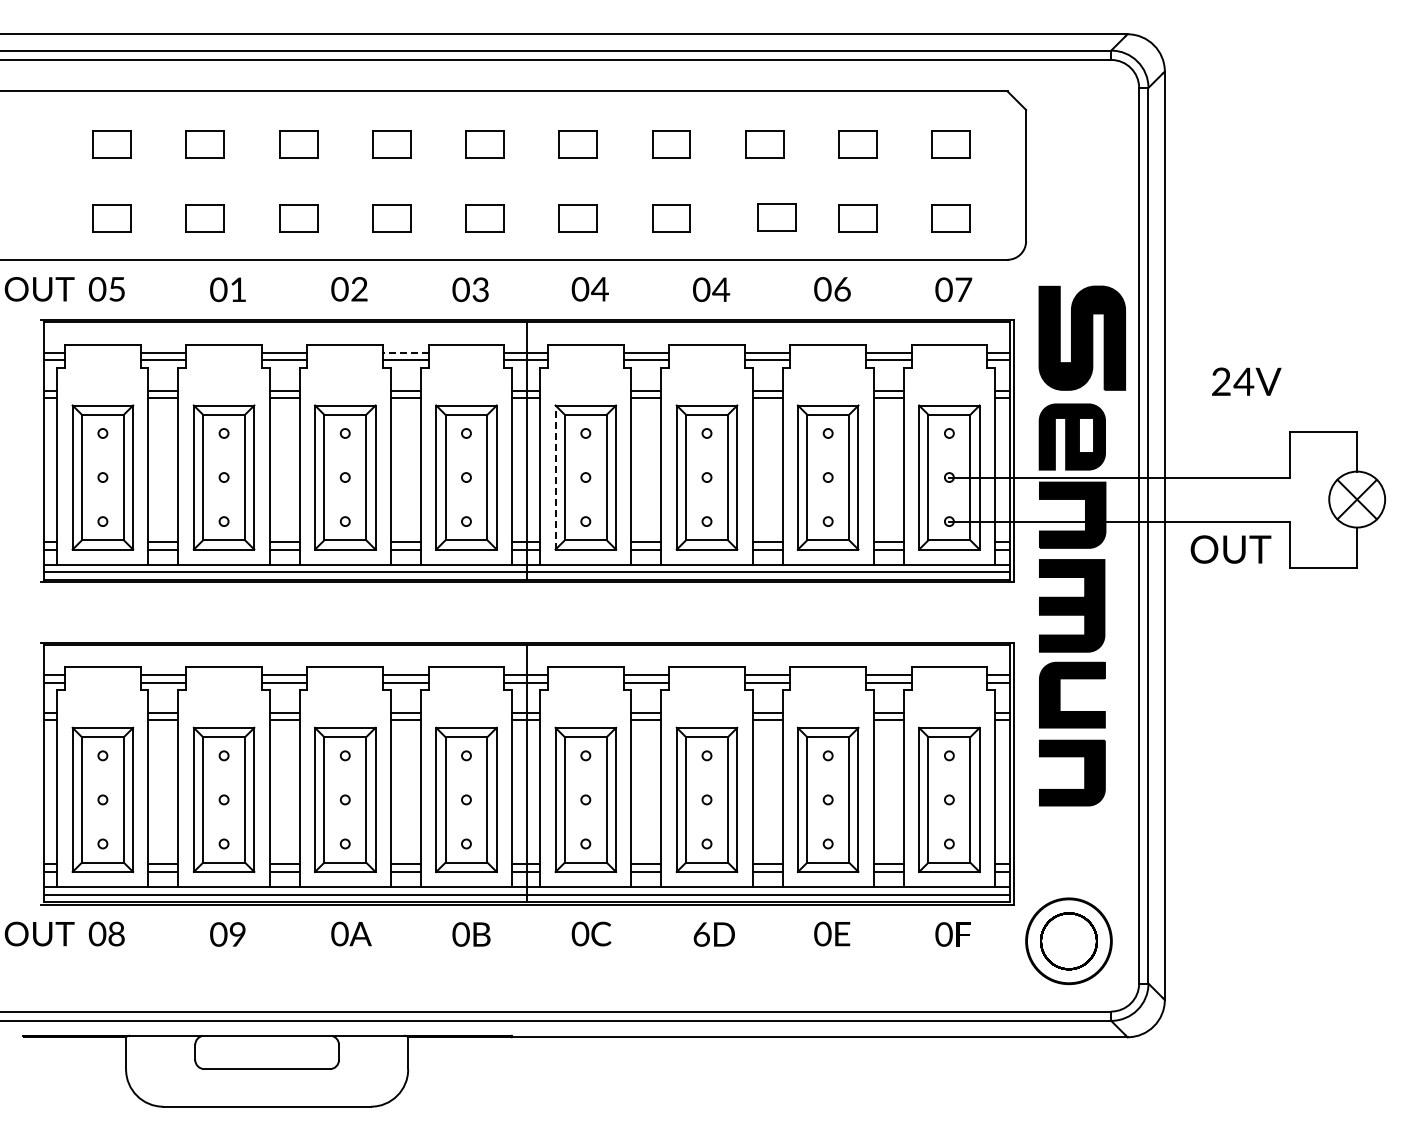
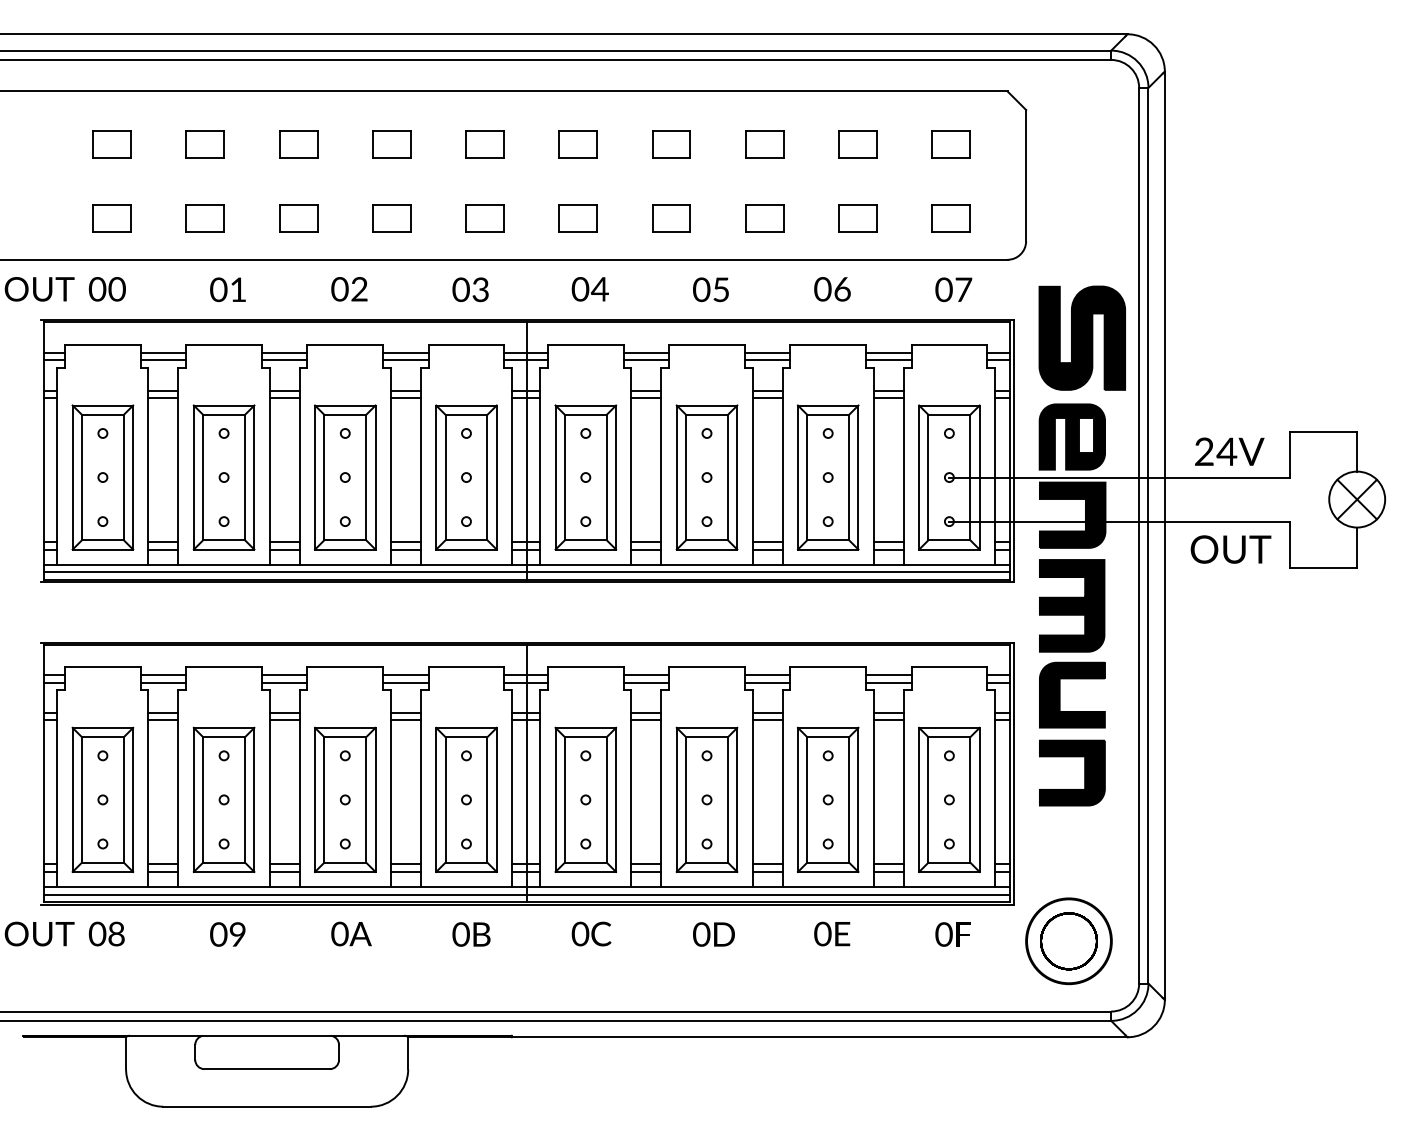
part at (776, 217) position: (776, 217) -> (764, 218)
text at (116, 289): 05 -> 00
text at (721, 289): 04 -> 05
line at (405, 352): dashed -> solid
text at (1246, 381) position: (1246, 381) -> (1229, 451)
line at (555, 477): dashed -> solid
text at (701, 934): 6 -> 0
